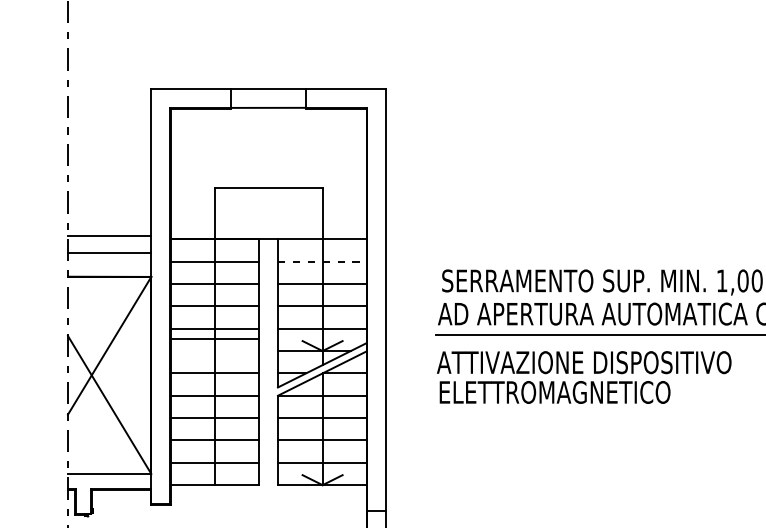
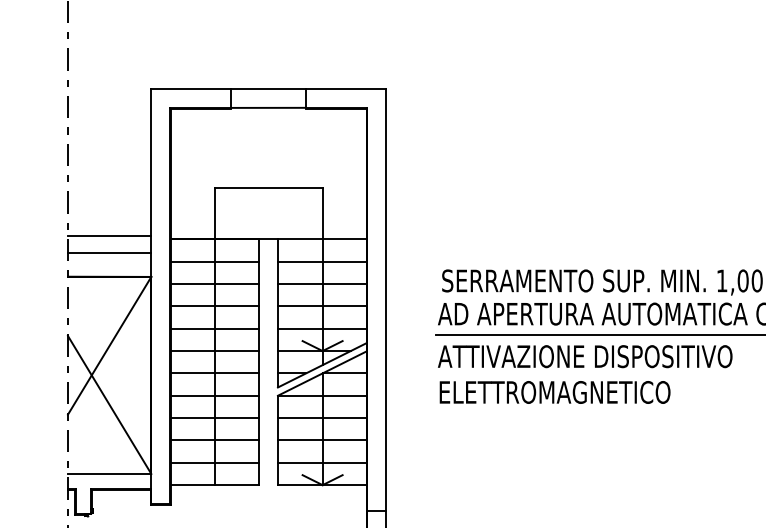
line at (322, 261): dashed -> solid
line at (214, 339) position: (214, 339) -> (214, 351)
text at (584, 362) position: (584, 362) -> (585, 356)
